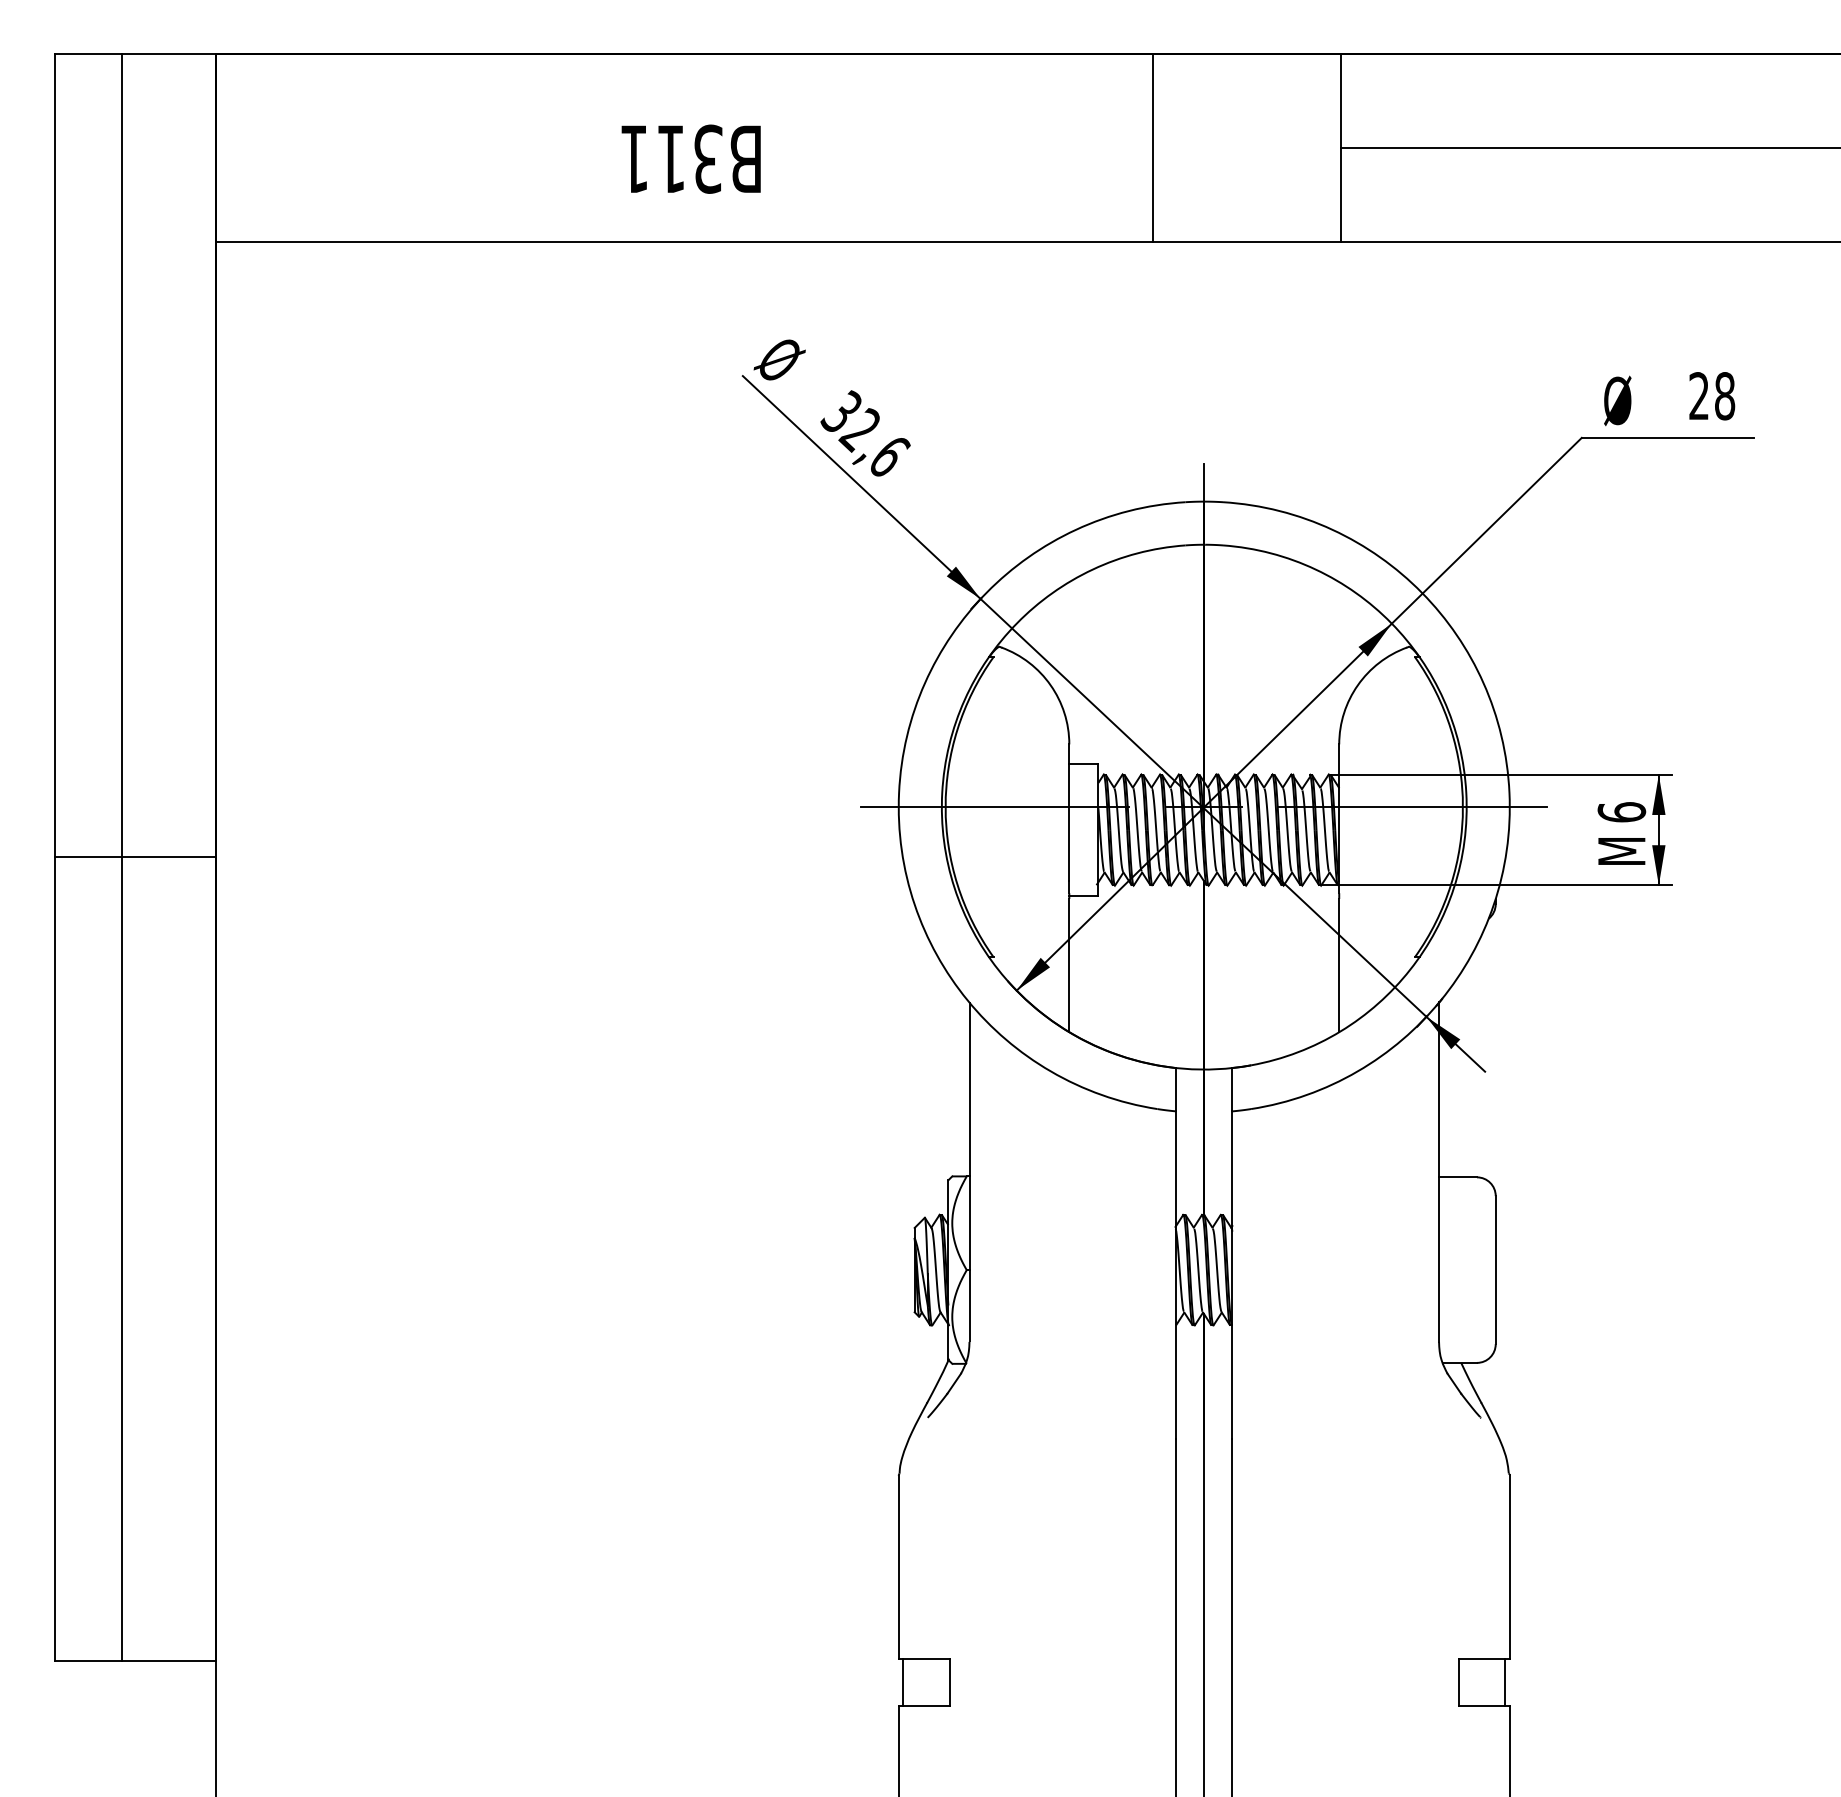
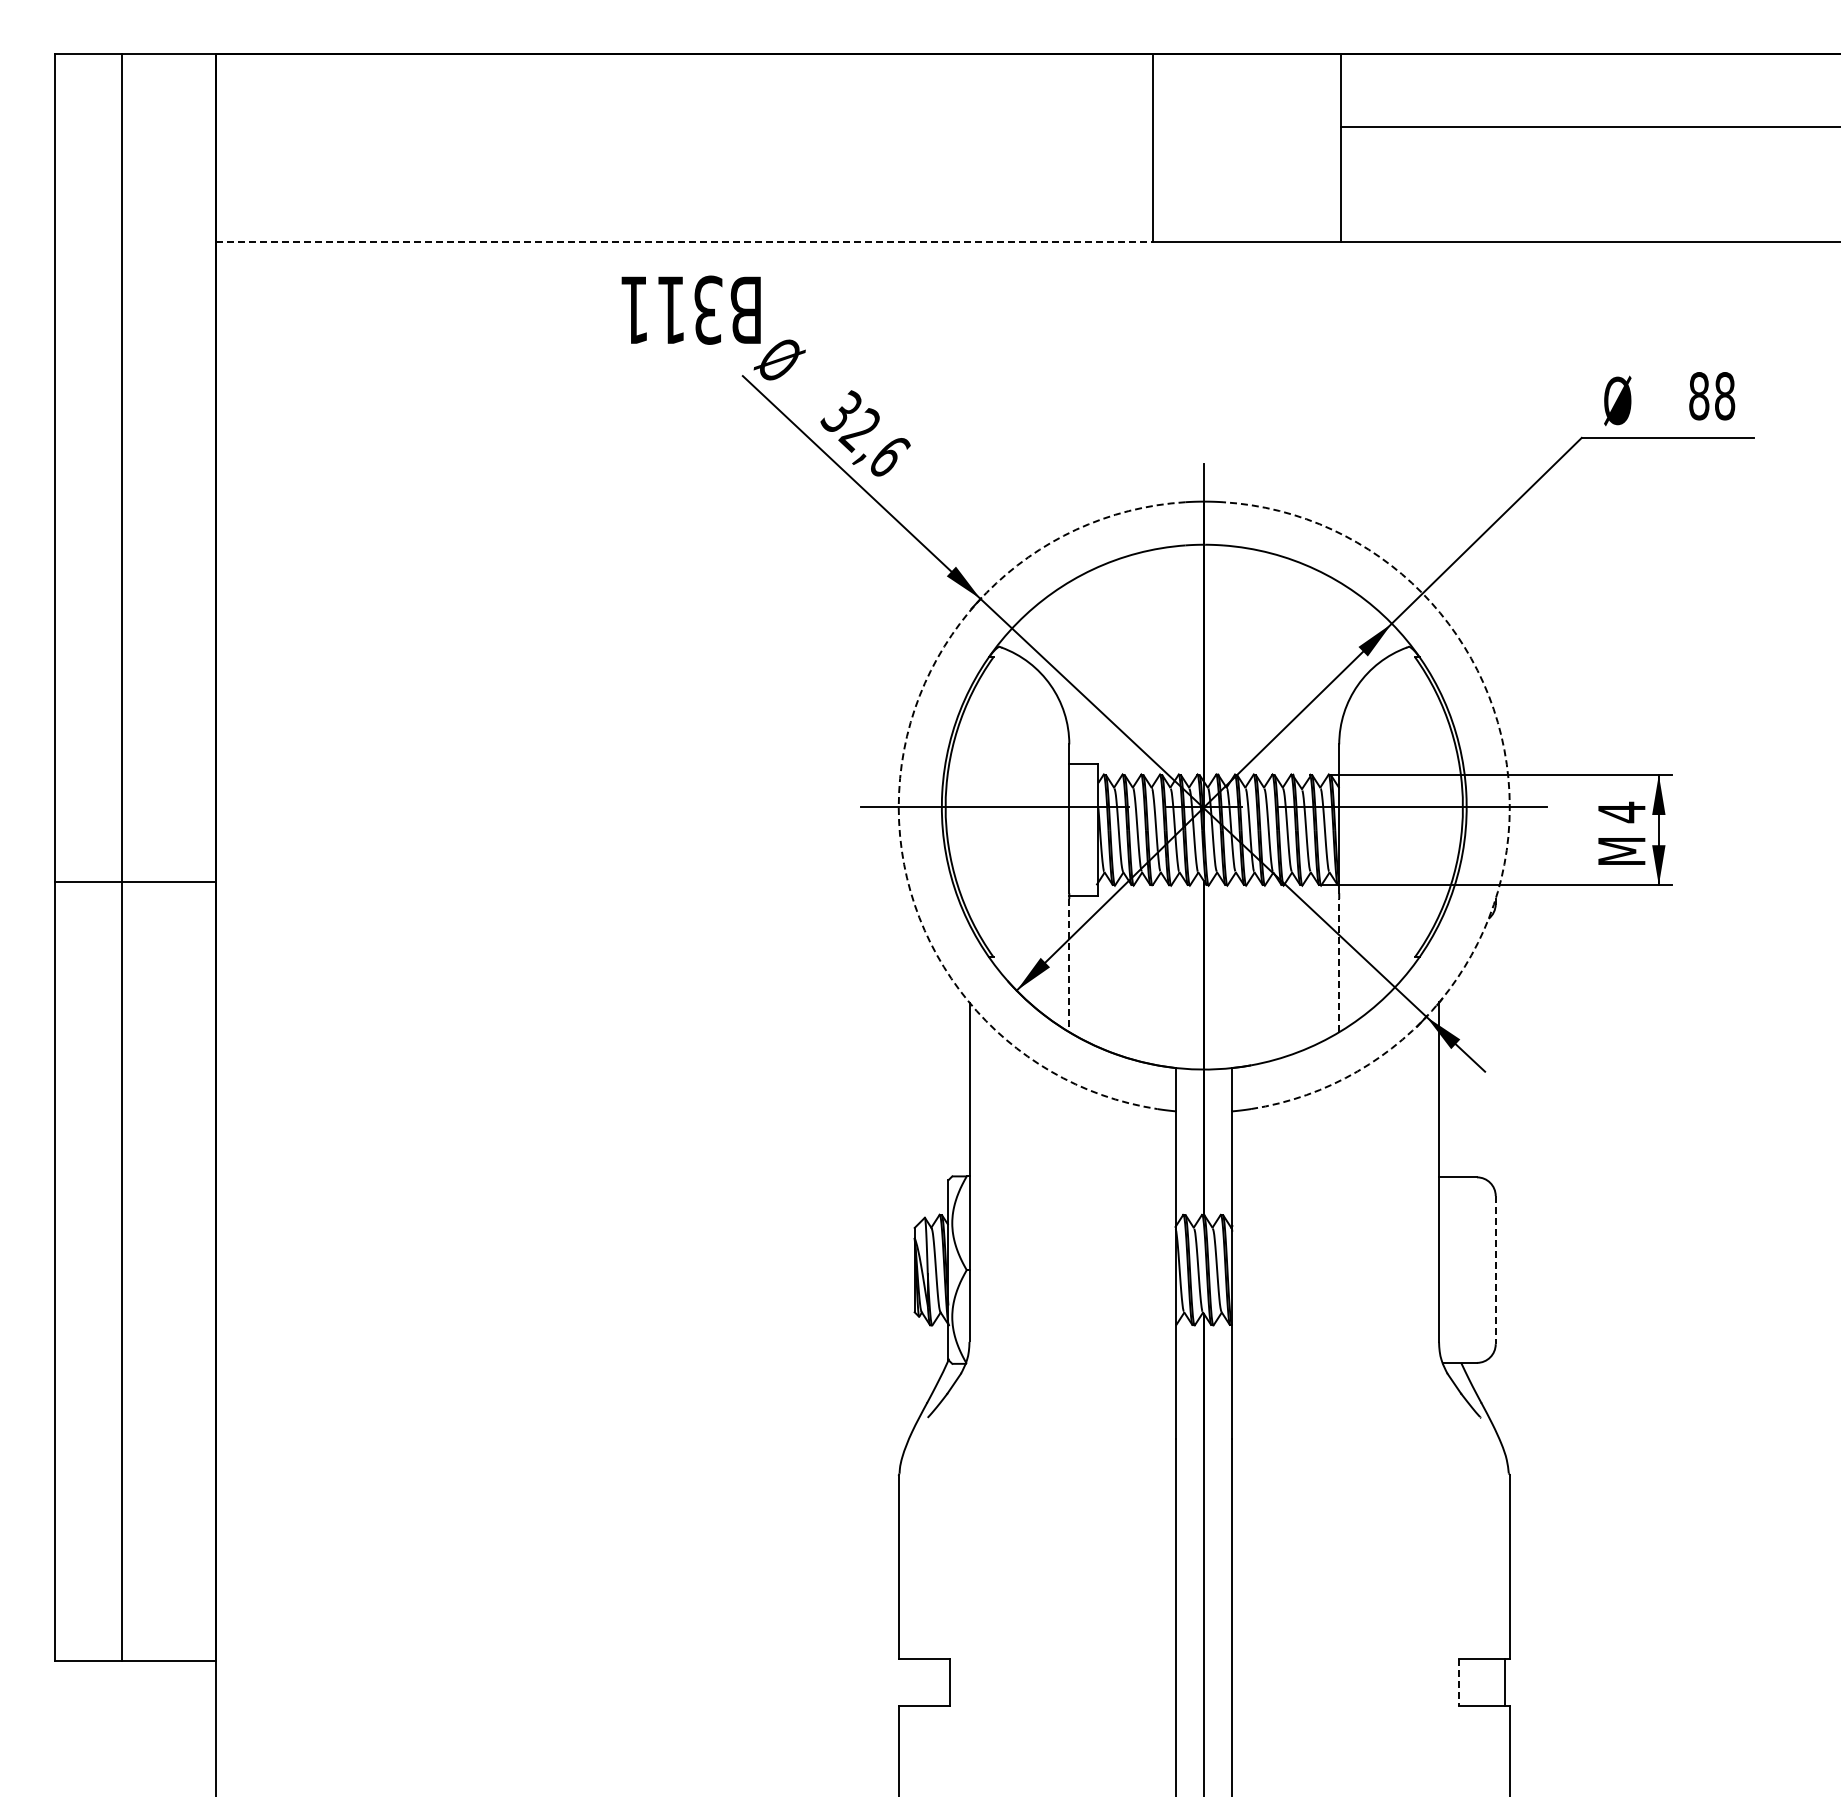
line at (1588, 147) position: (1588, 147) -> (1588, 126)
text at (690, 158) position: (690, 158) -> (690, 309)
line at (684, 241): solid -> dashed
text at (1699, 396): 28 -> 88
arc at (899, 793): solid -> dashed
arc at (1509, 793): solid -> dashed
text at (1621, 812): 6 -> 4
line at (135, 857) position: (135, 857) -> (135, 882)
line at (1069, 965): solid -> dashed
line at (1339, 965): solid -> dashed
line at (1495, 1270): solid -> dashed
line at (903, 1682): present -> none
line at (1459, 1682): solid -> dashed
